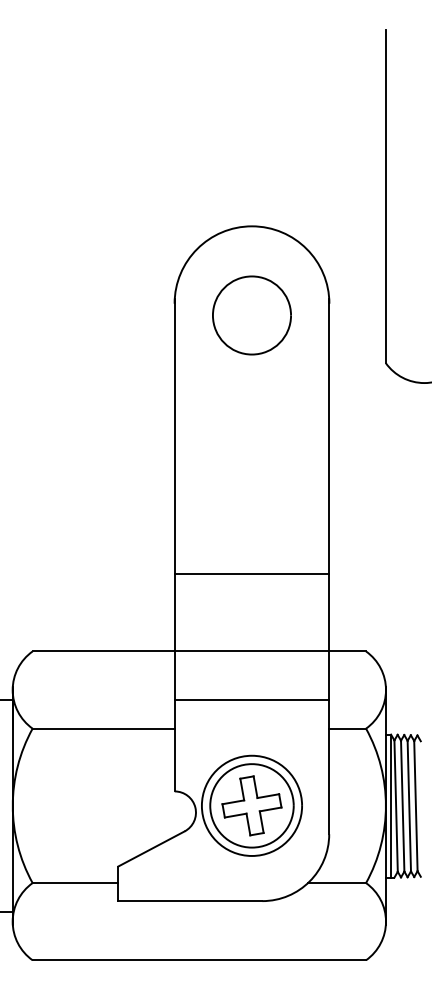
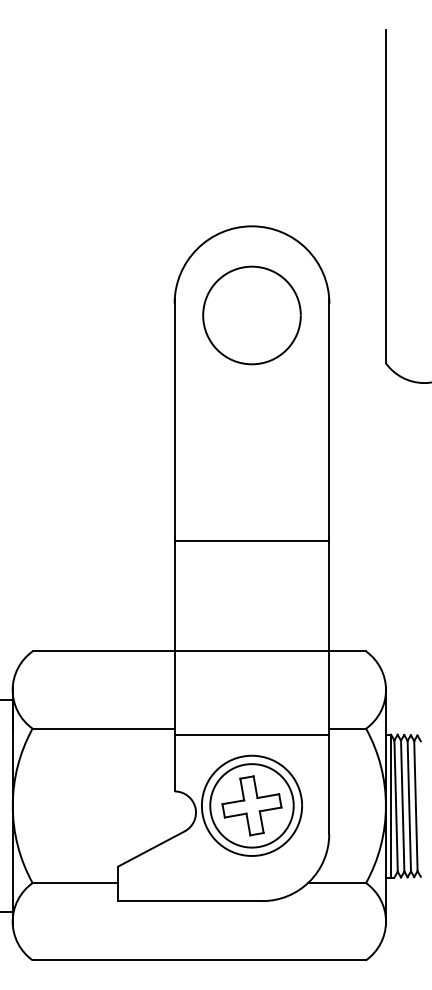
part at (251, 315) size: 80x81 px -> 100x101 px
line at (251, 574) position: (251, 574) -> (251, 541)
line at (251, 700) position: (251, 700) -> (251, 735)
